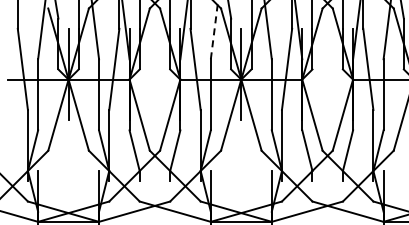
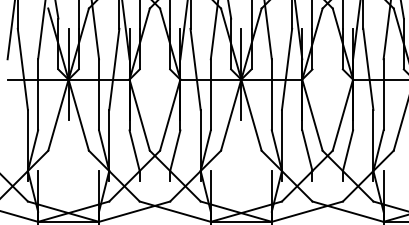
line at (214, 29): dashed -> solid
line at (10, 30): none -> present
